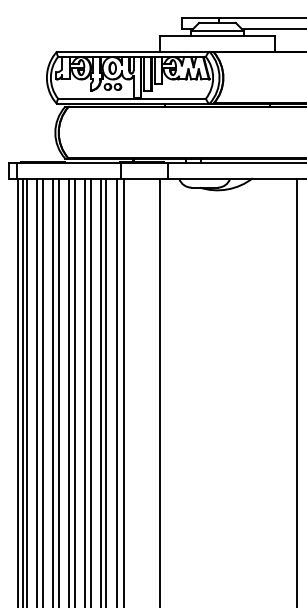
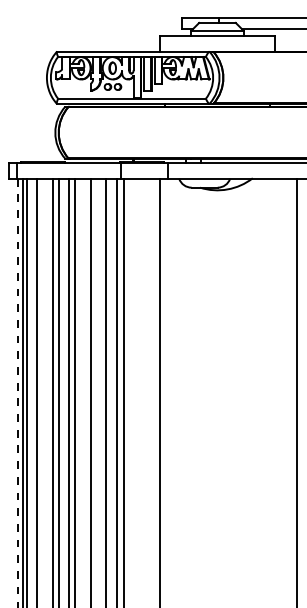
line at (43, 391): present -> none
line at (84, 391): present -> none
line at (100, 391): present -> none
line at (17, 393): solid -> dashed
